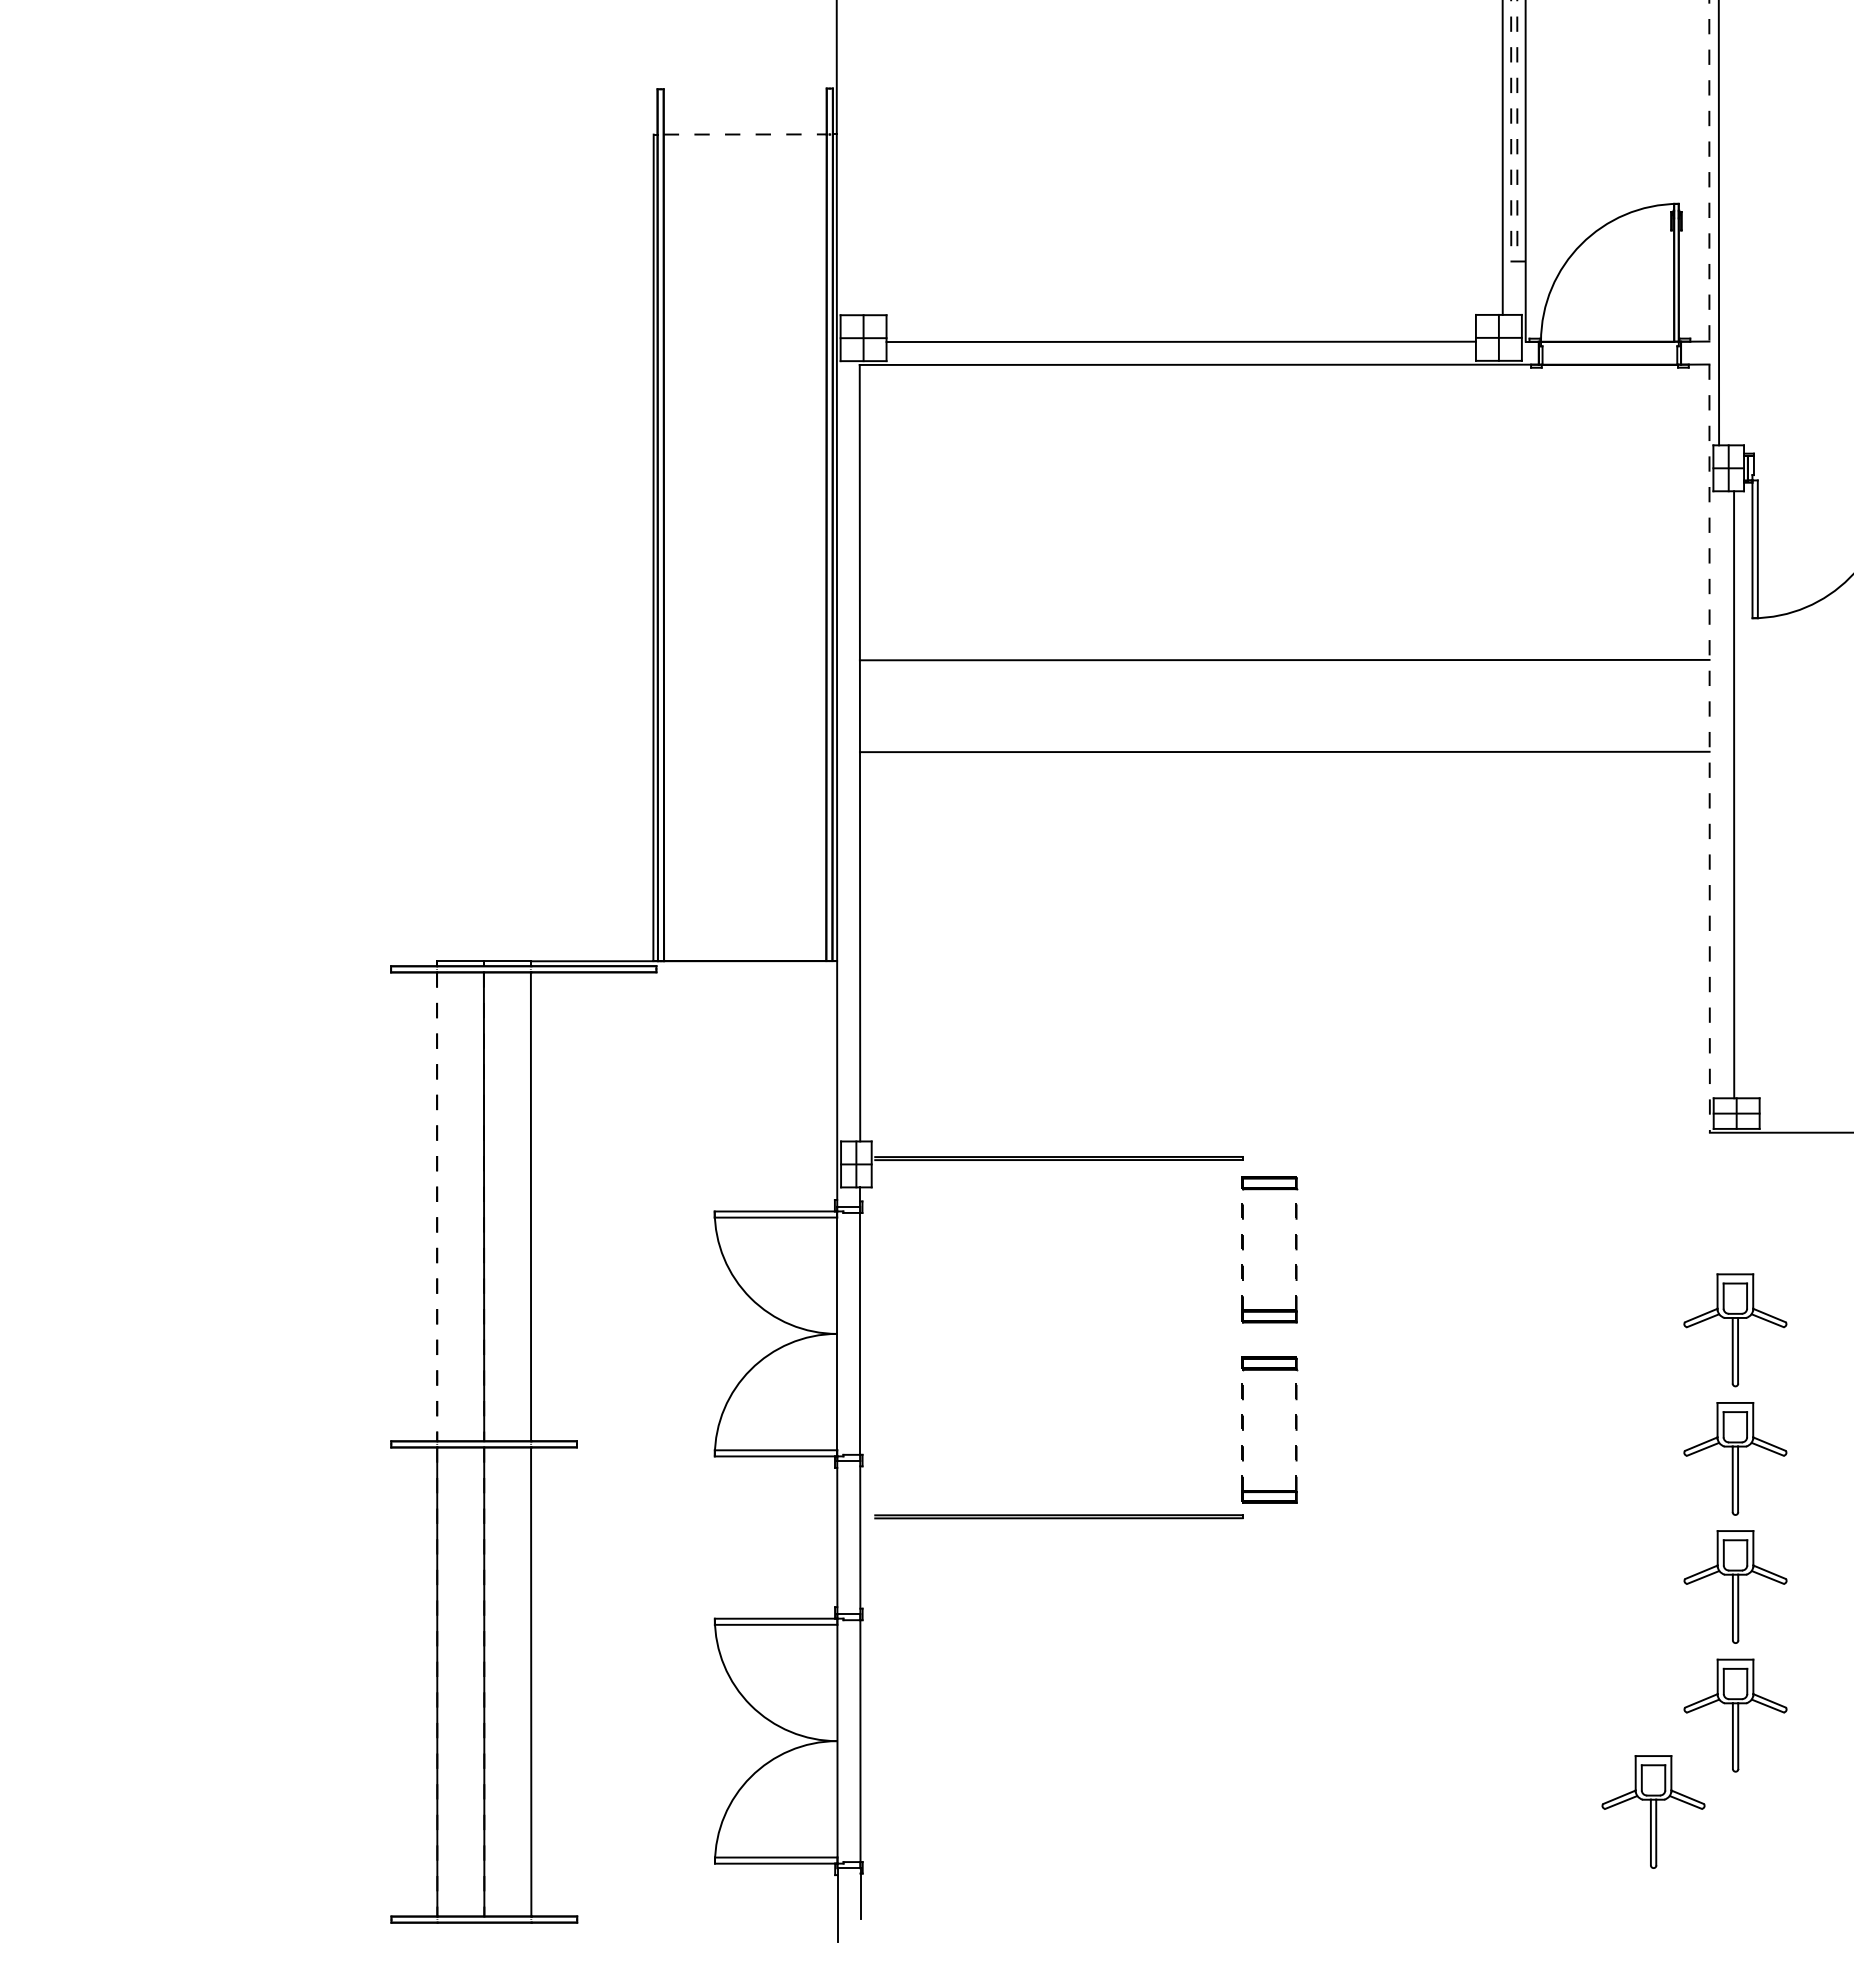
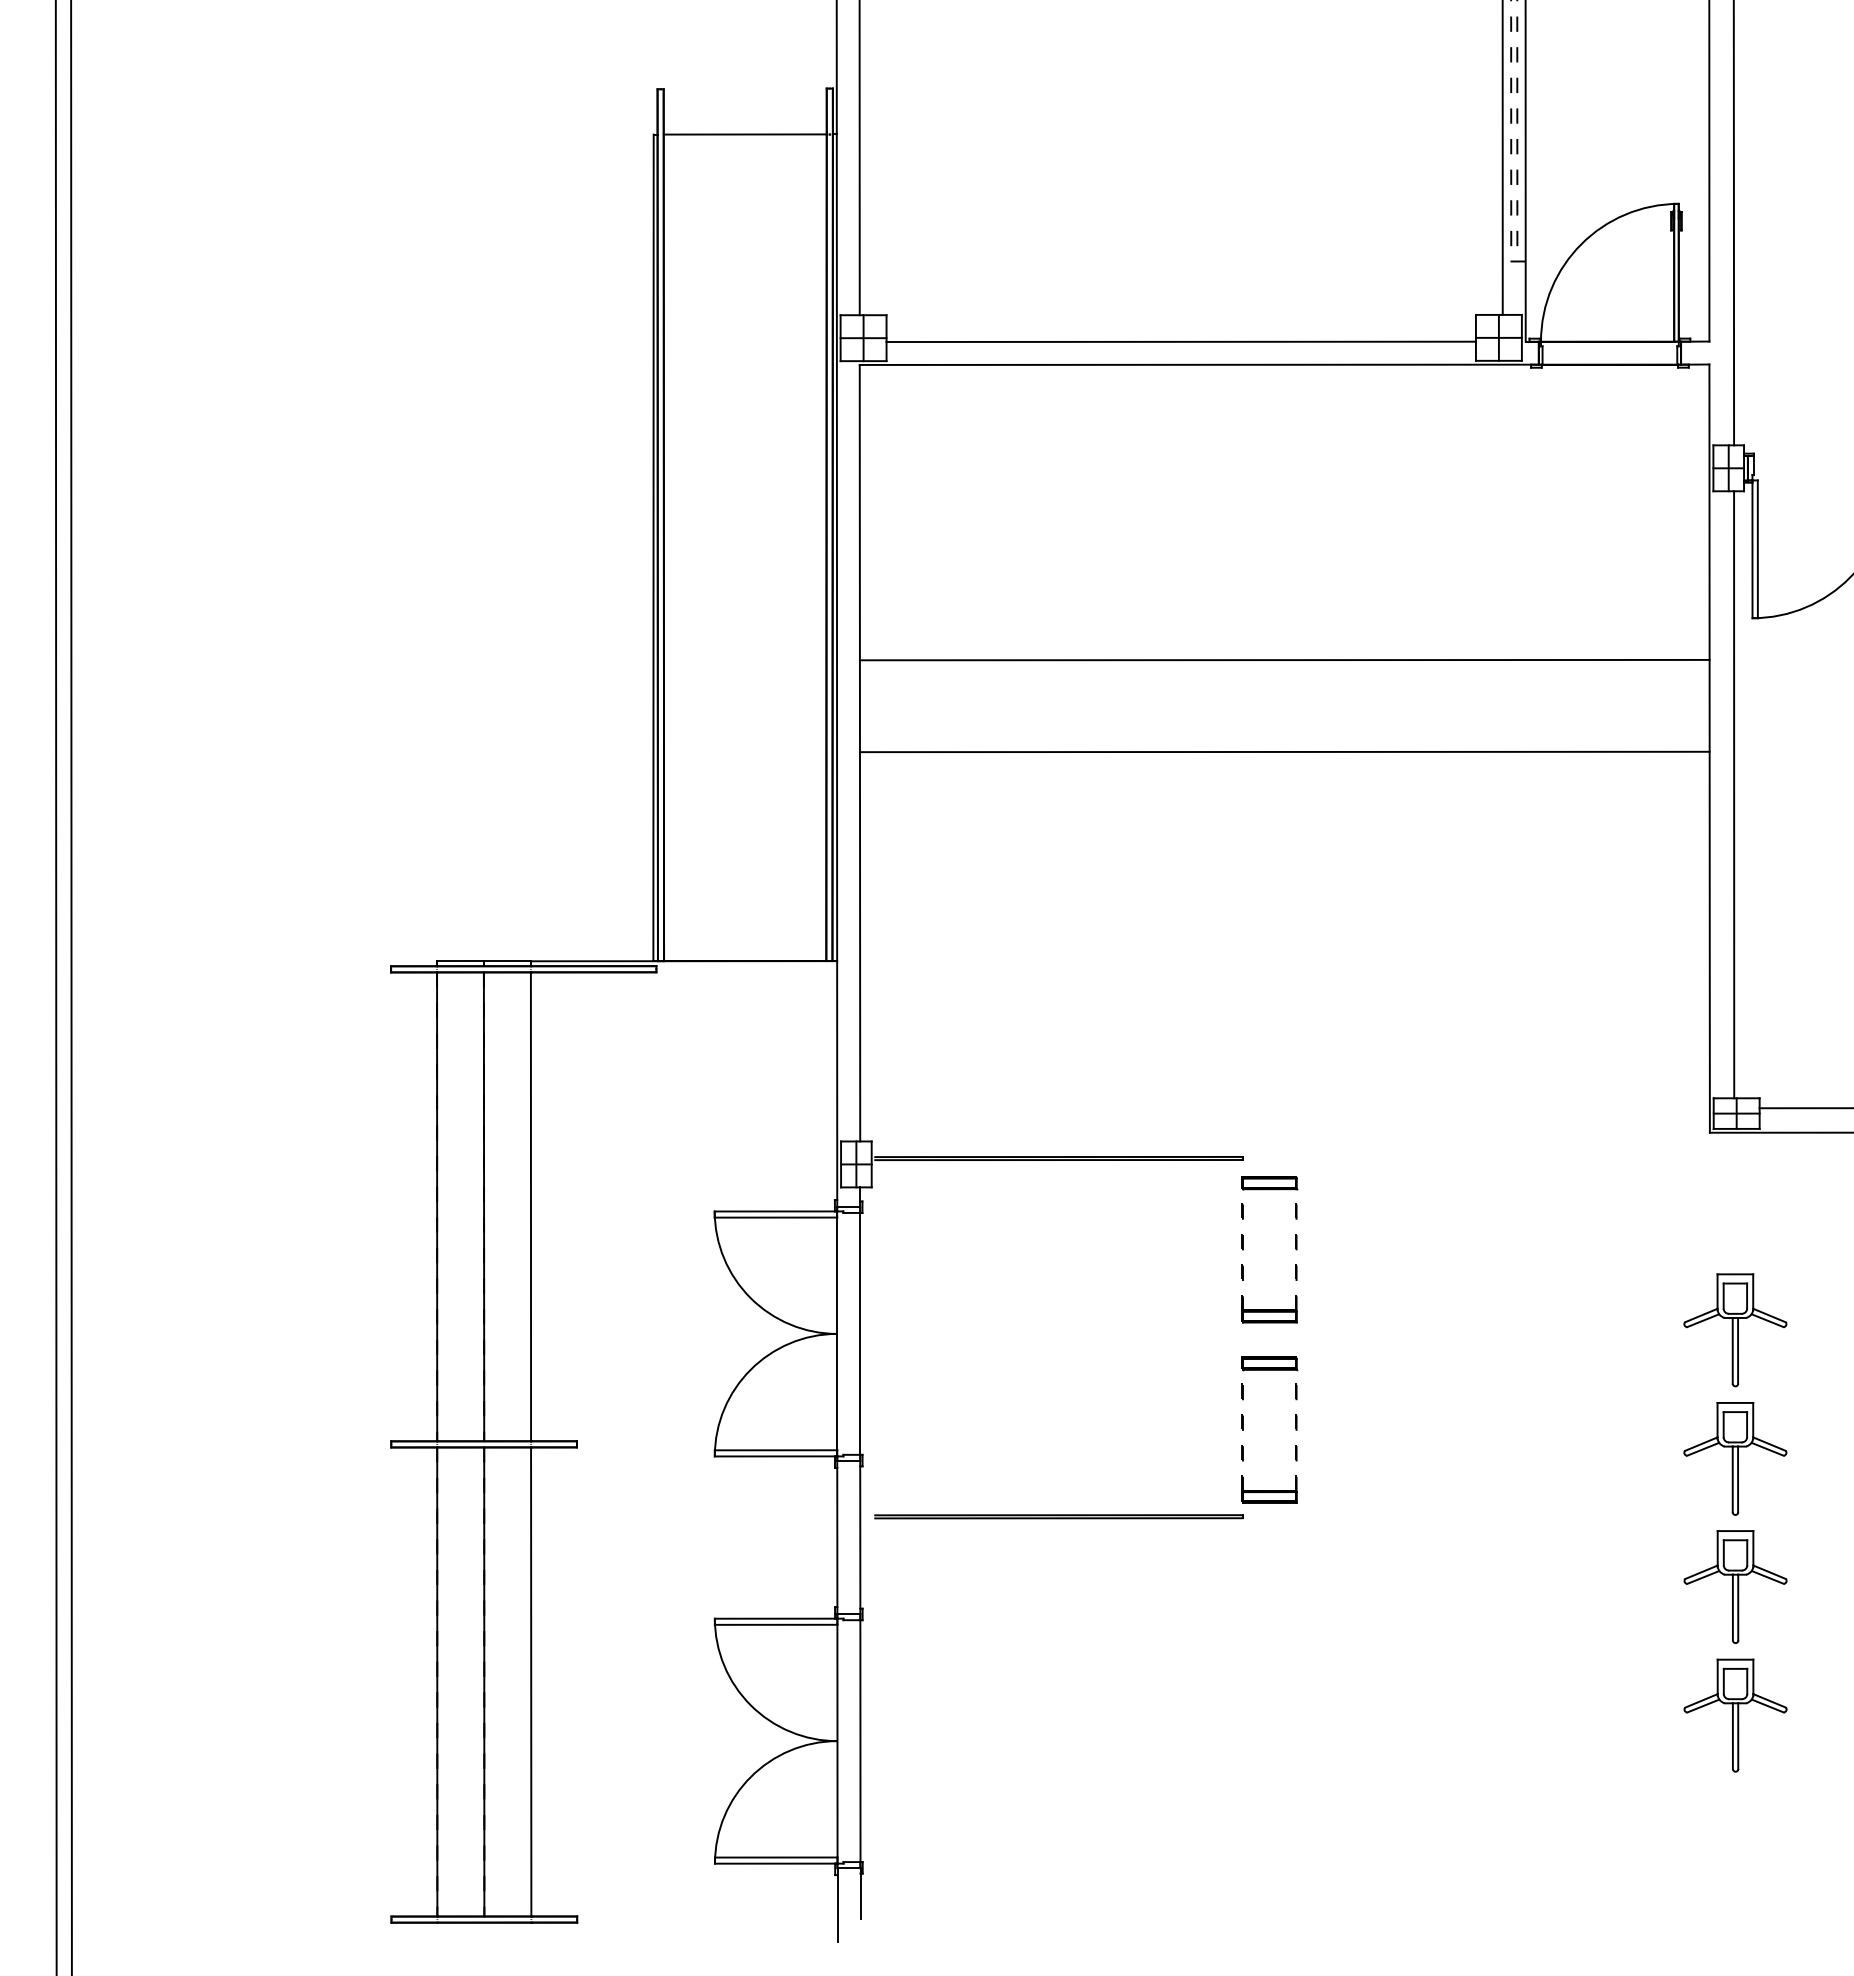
line at (745, 134): dashed -> solid
line at (859, 158): none -> present
line at (1709, 170): dashed -> solid
line at (1718, 223) position: (1718, 223) -> (1733, 223)
line at (1709, 749): dashed -> solid
line at (55, 987): none -> present
line at (71, 987): none -> present
line at (1804, 1108): none -> present
line at (437, 1207): dashed -> solid
part at (1653, 1811): present -> none
